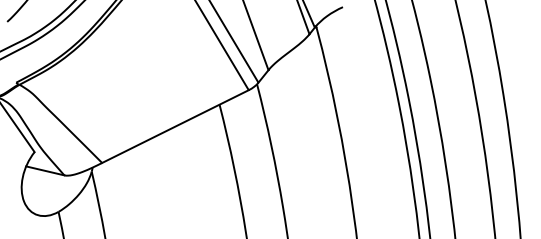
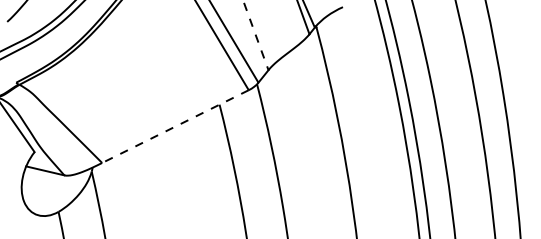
line at (255, 35): solid -> dashed
line at (175, 126): solid -> dashed
